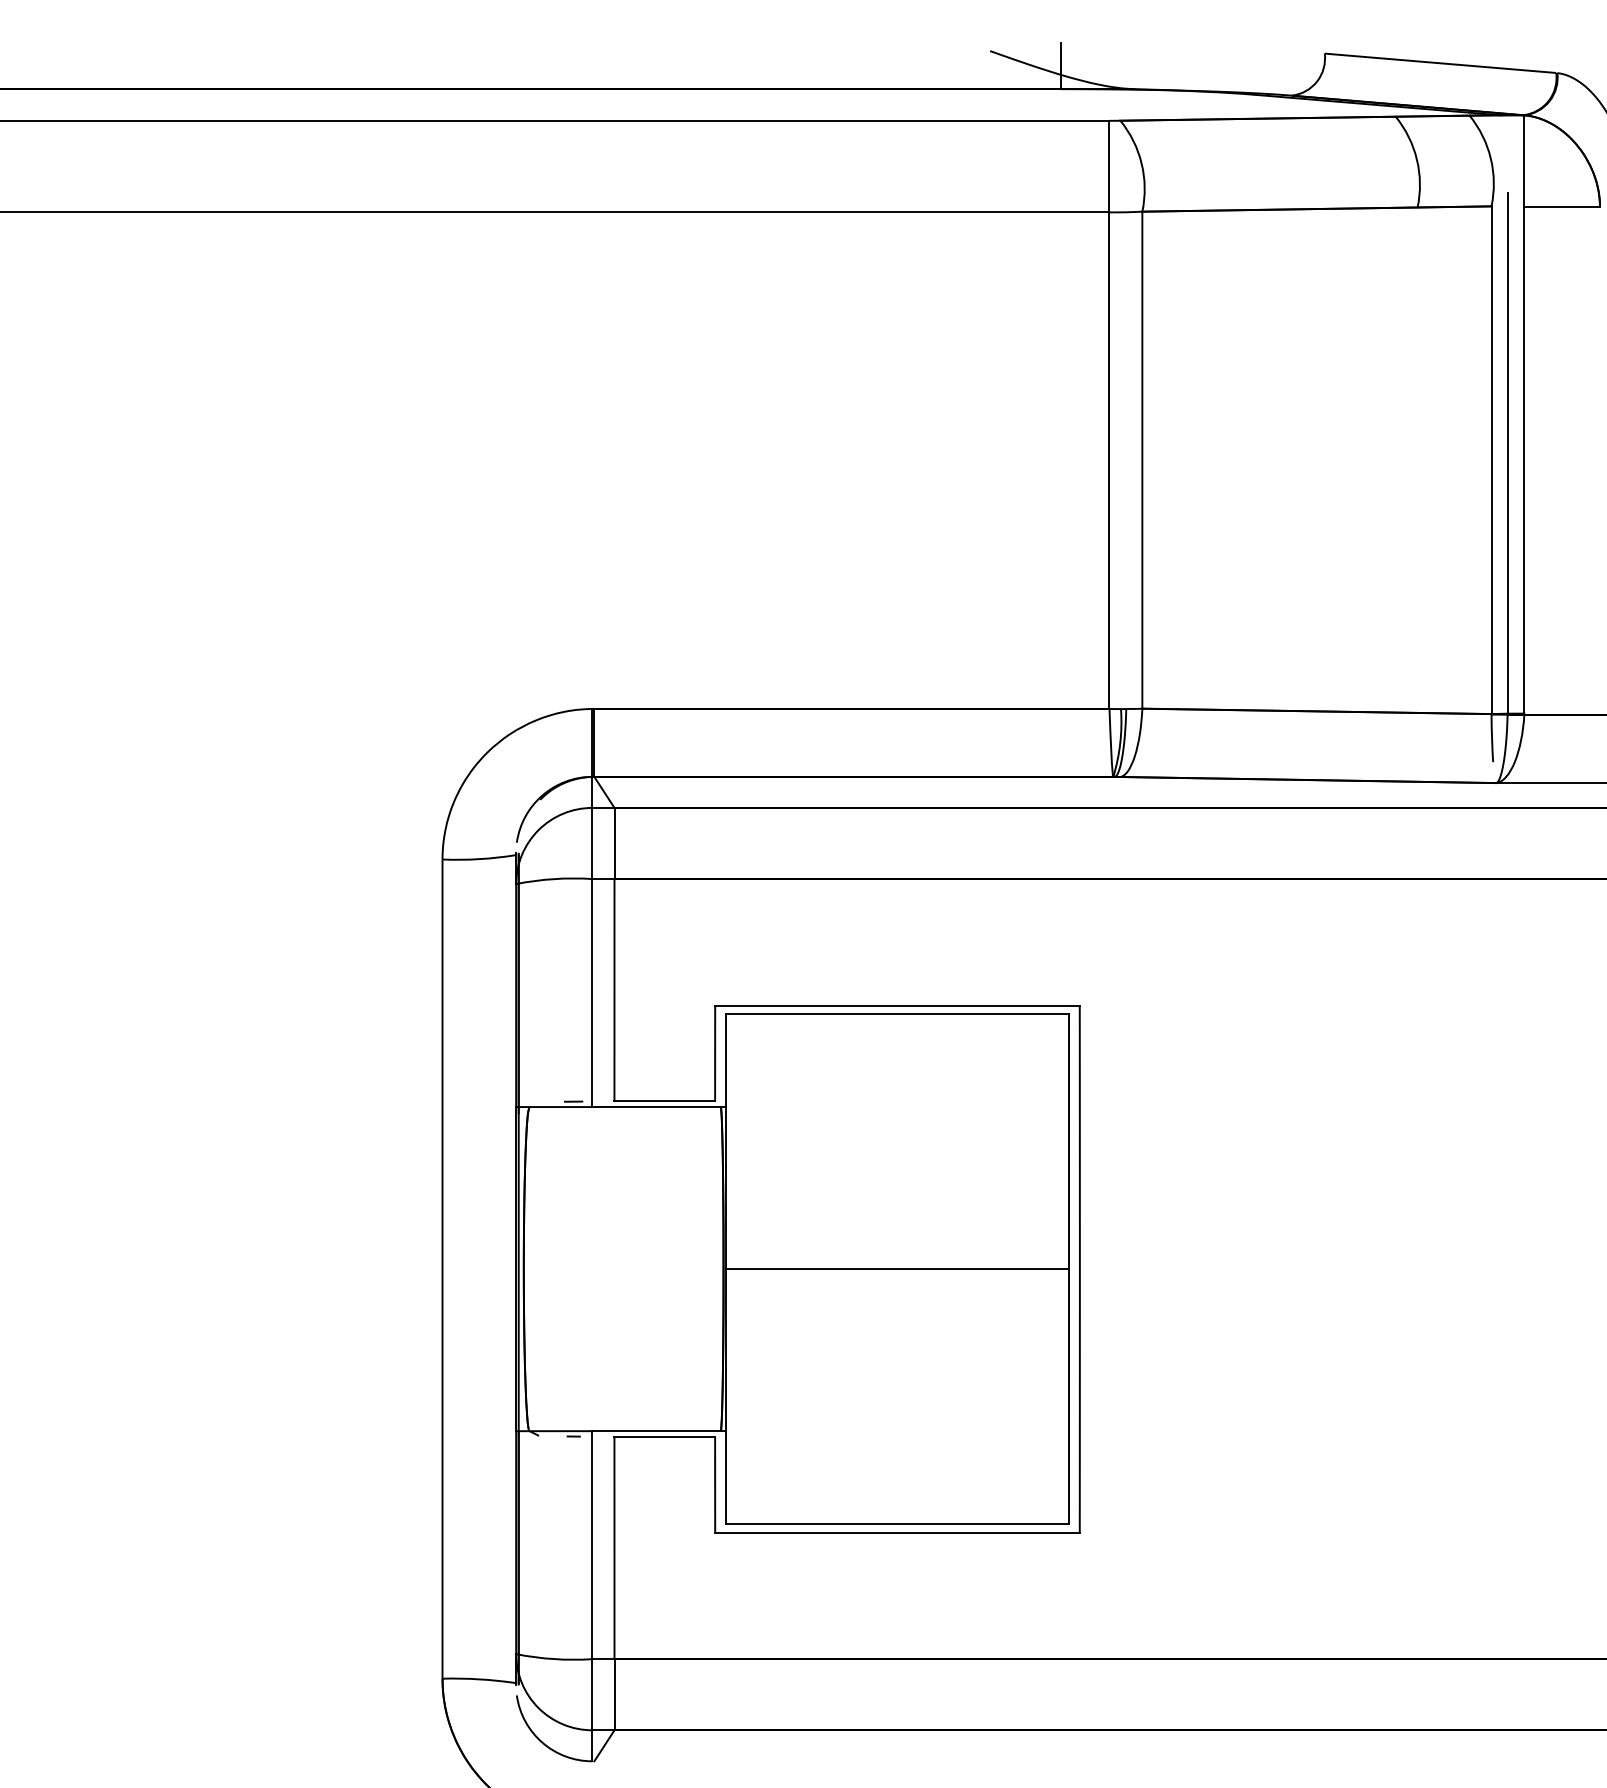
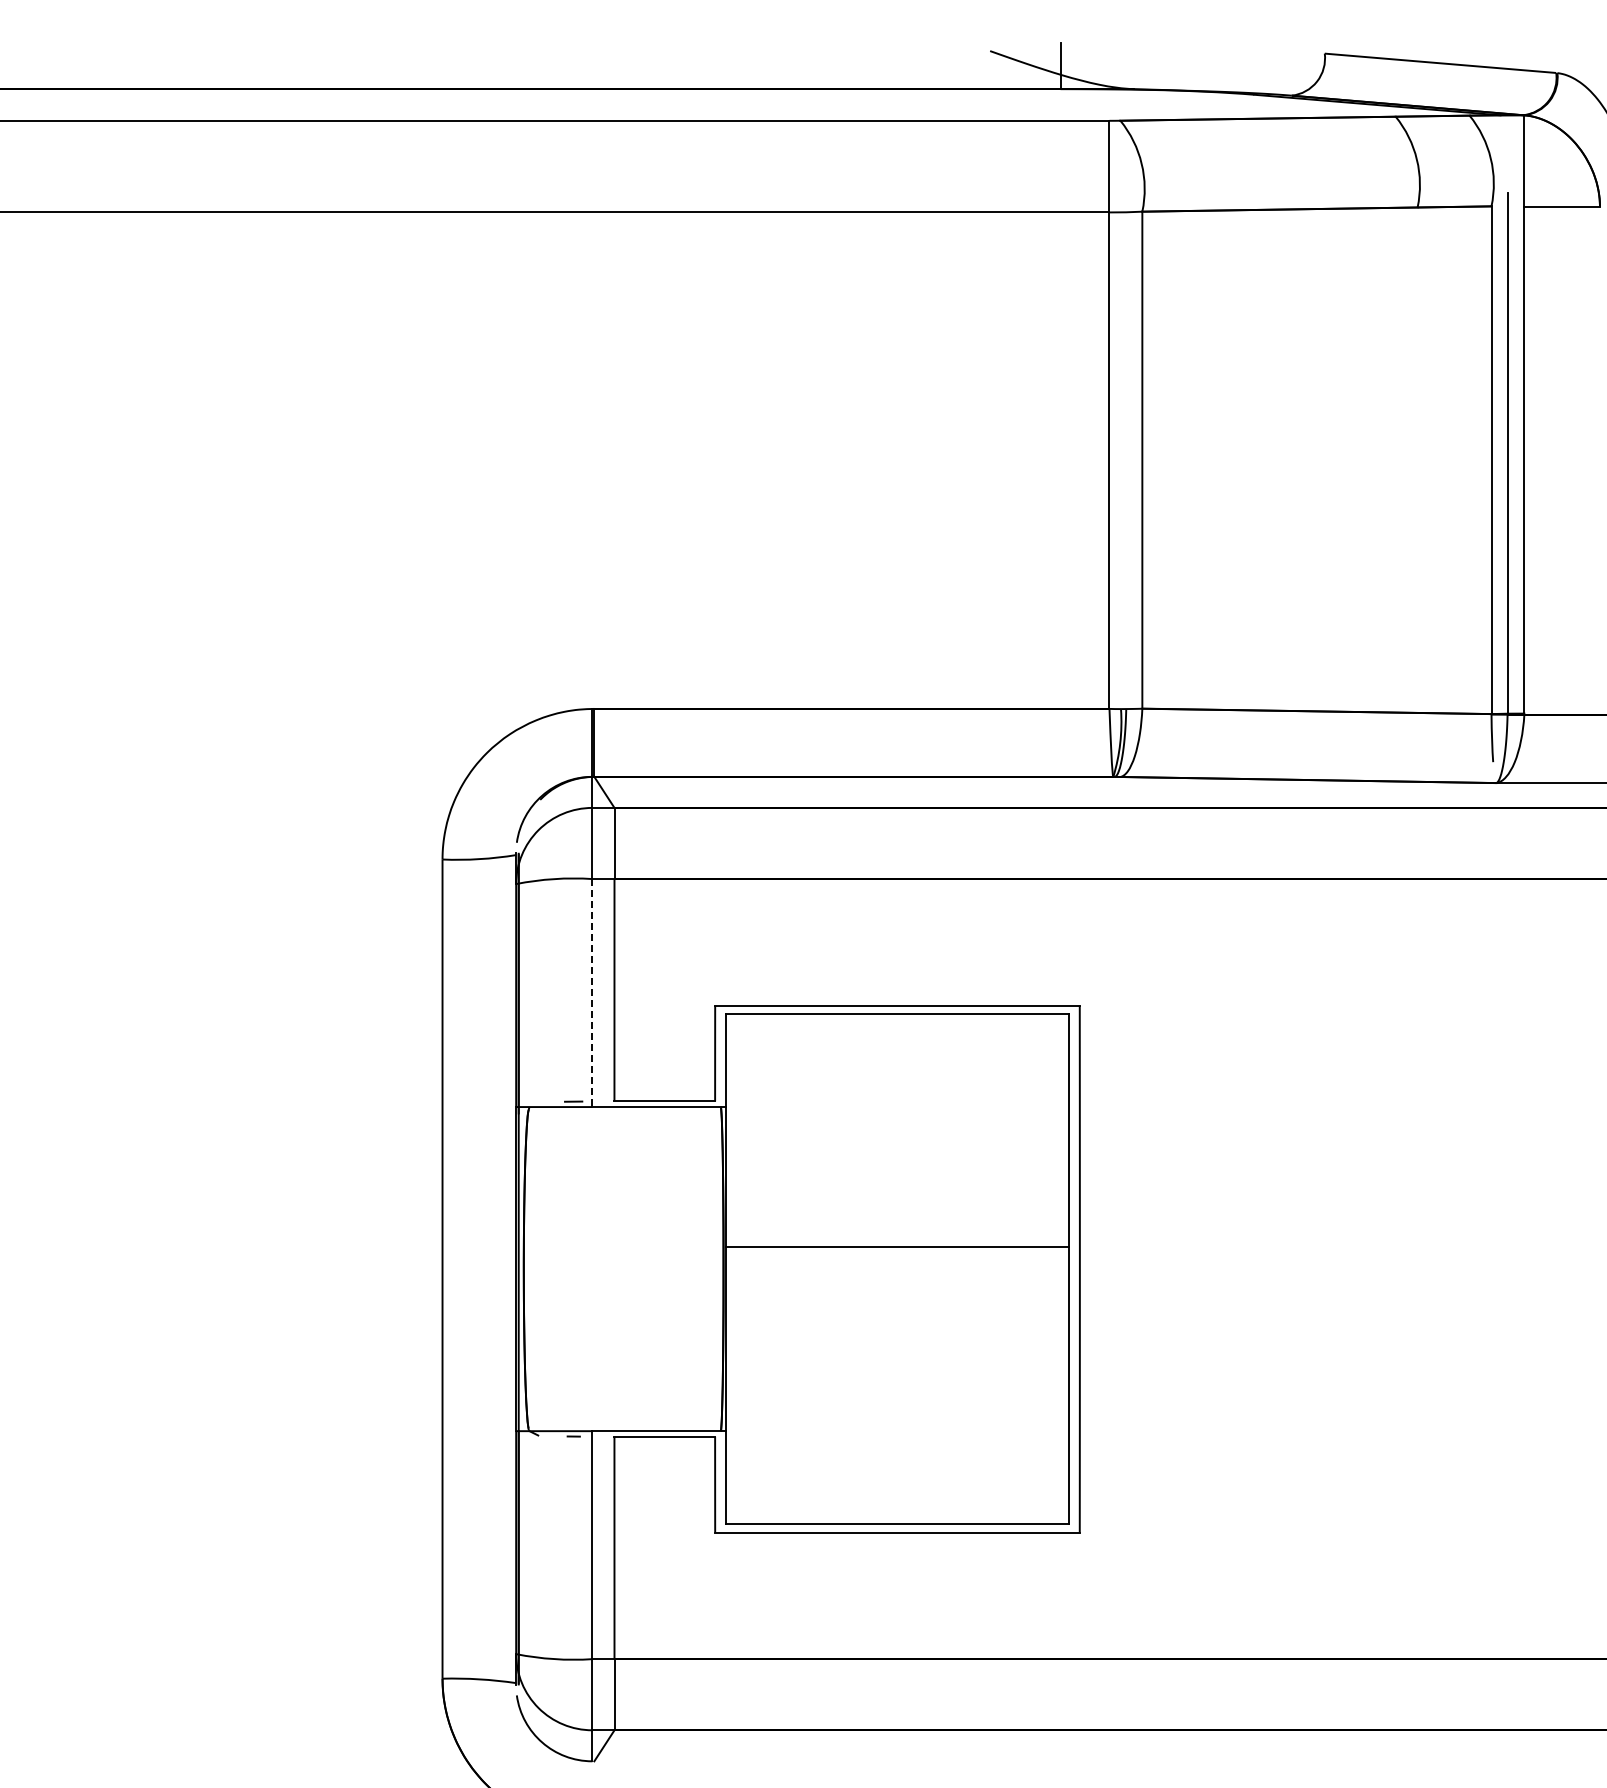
line at (592, 993): solid -> dashed
line at (897, 1269) position: (897, 1269) -> (897, 1247)
